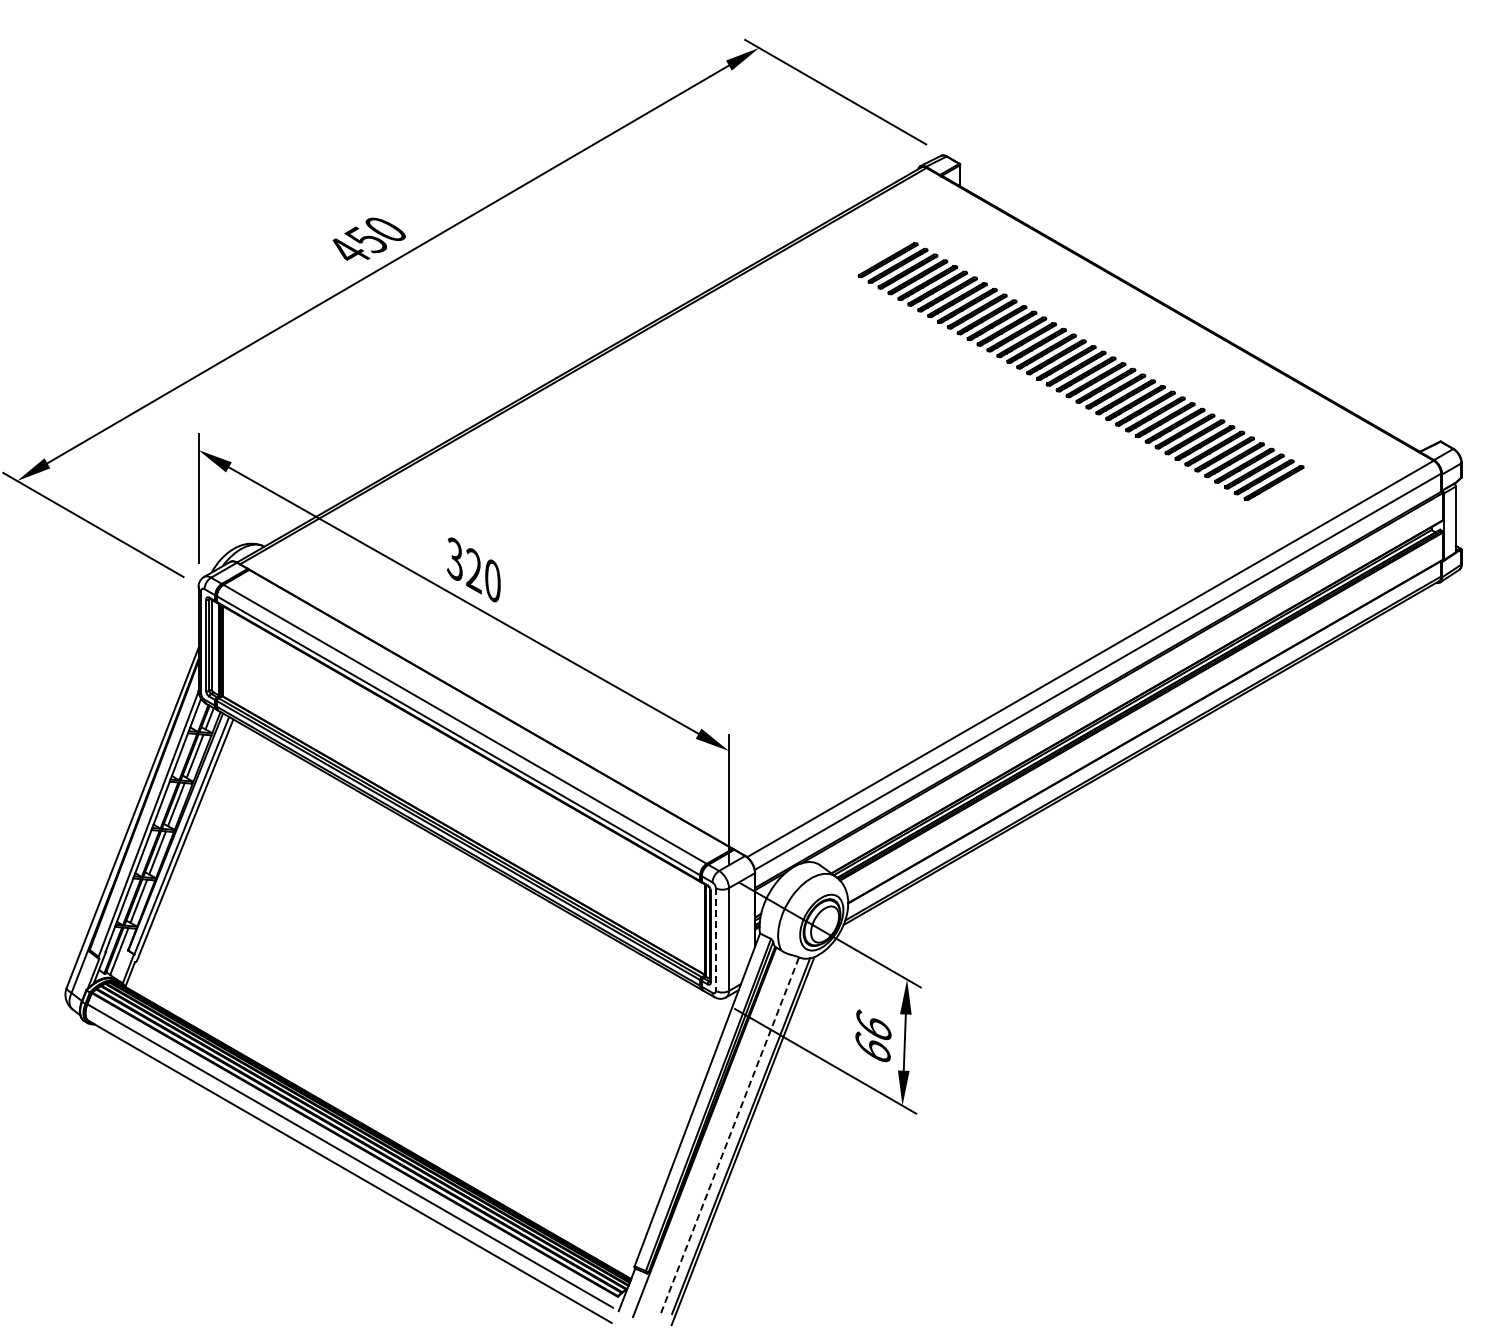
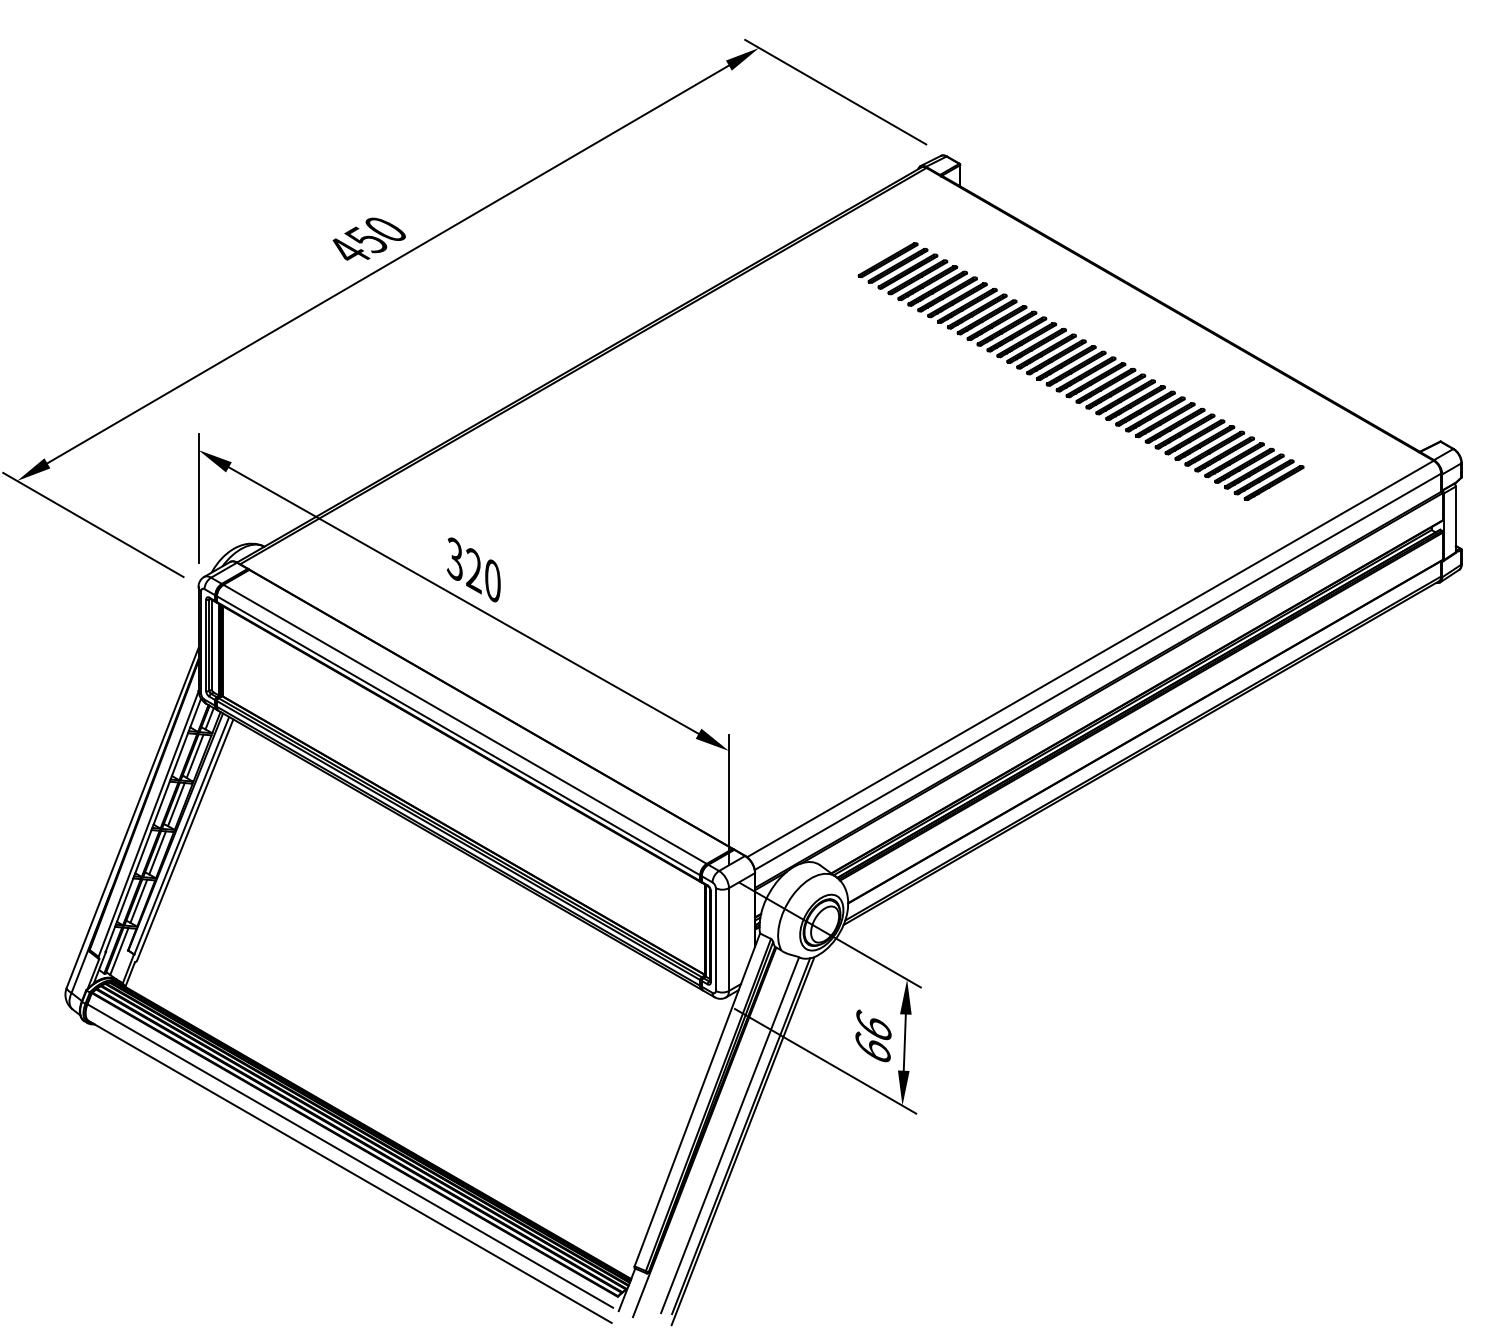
line at (715, 940): dashed -> solid
line at (730, 1135): dashed -> solid
